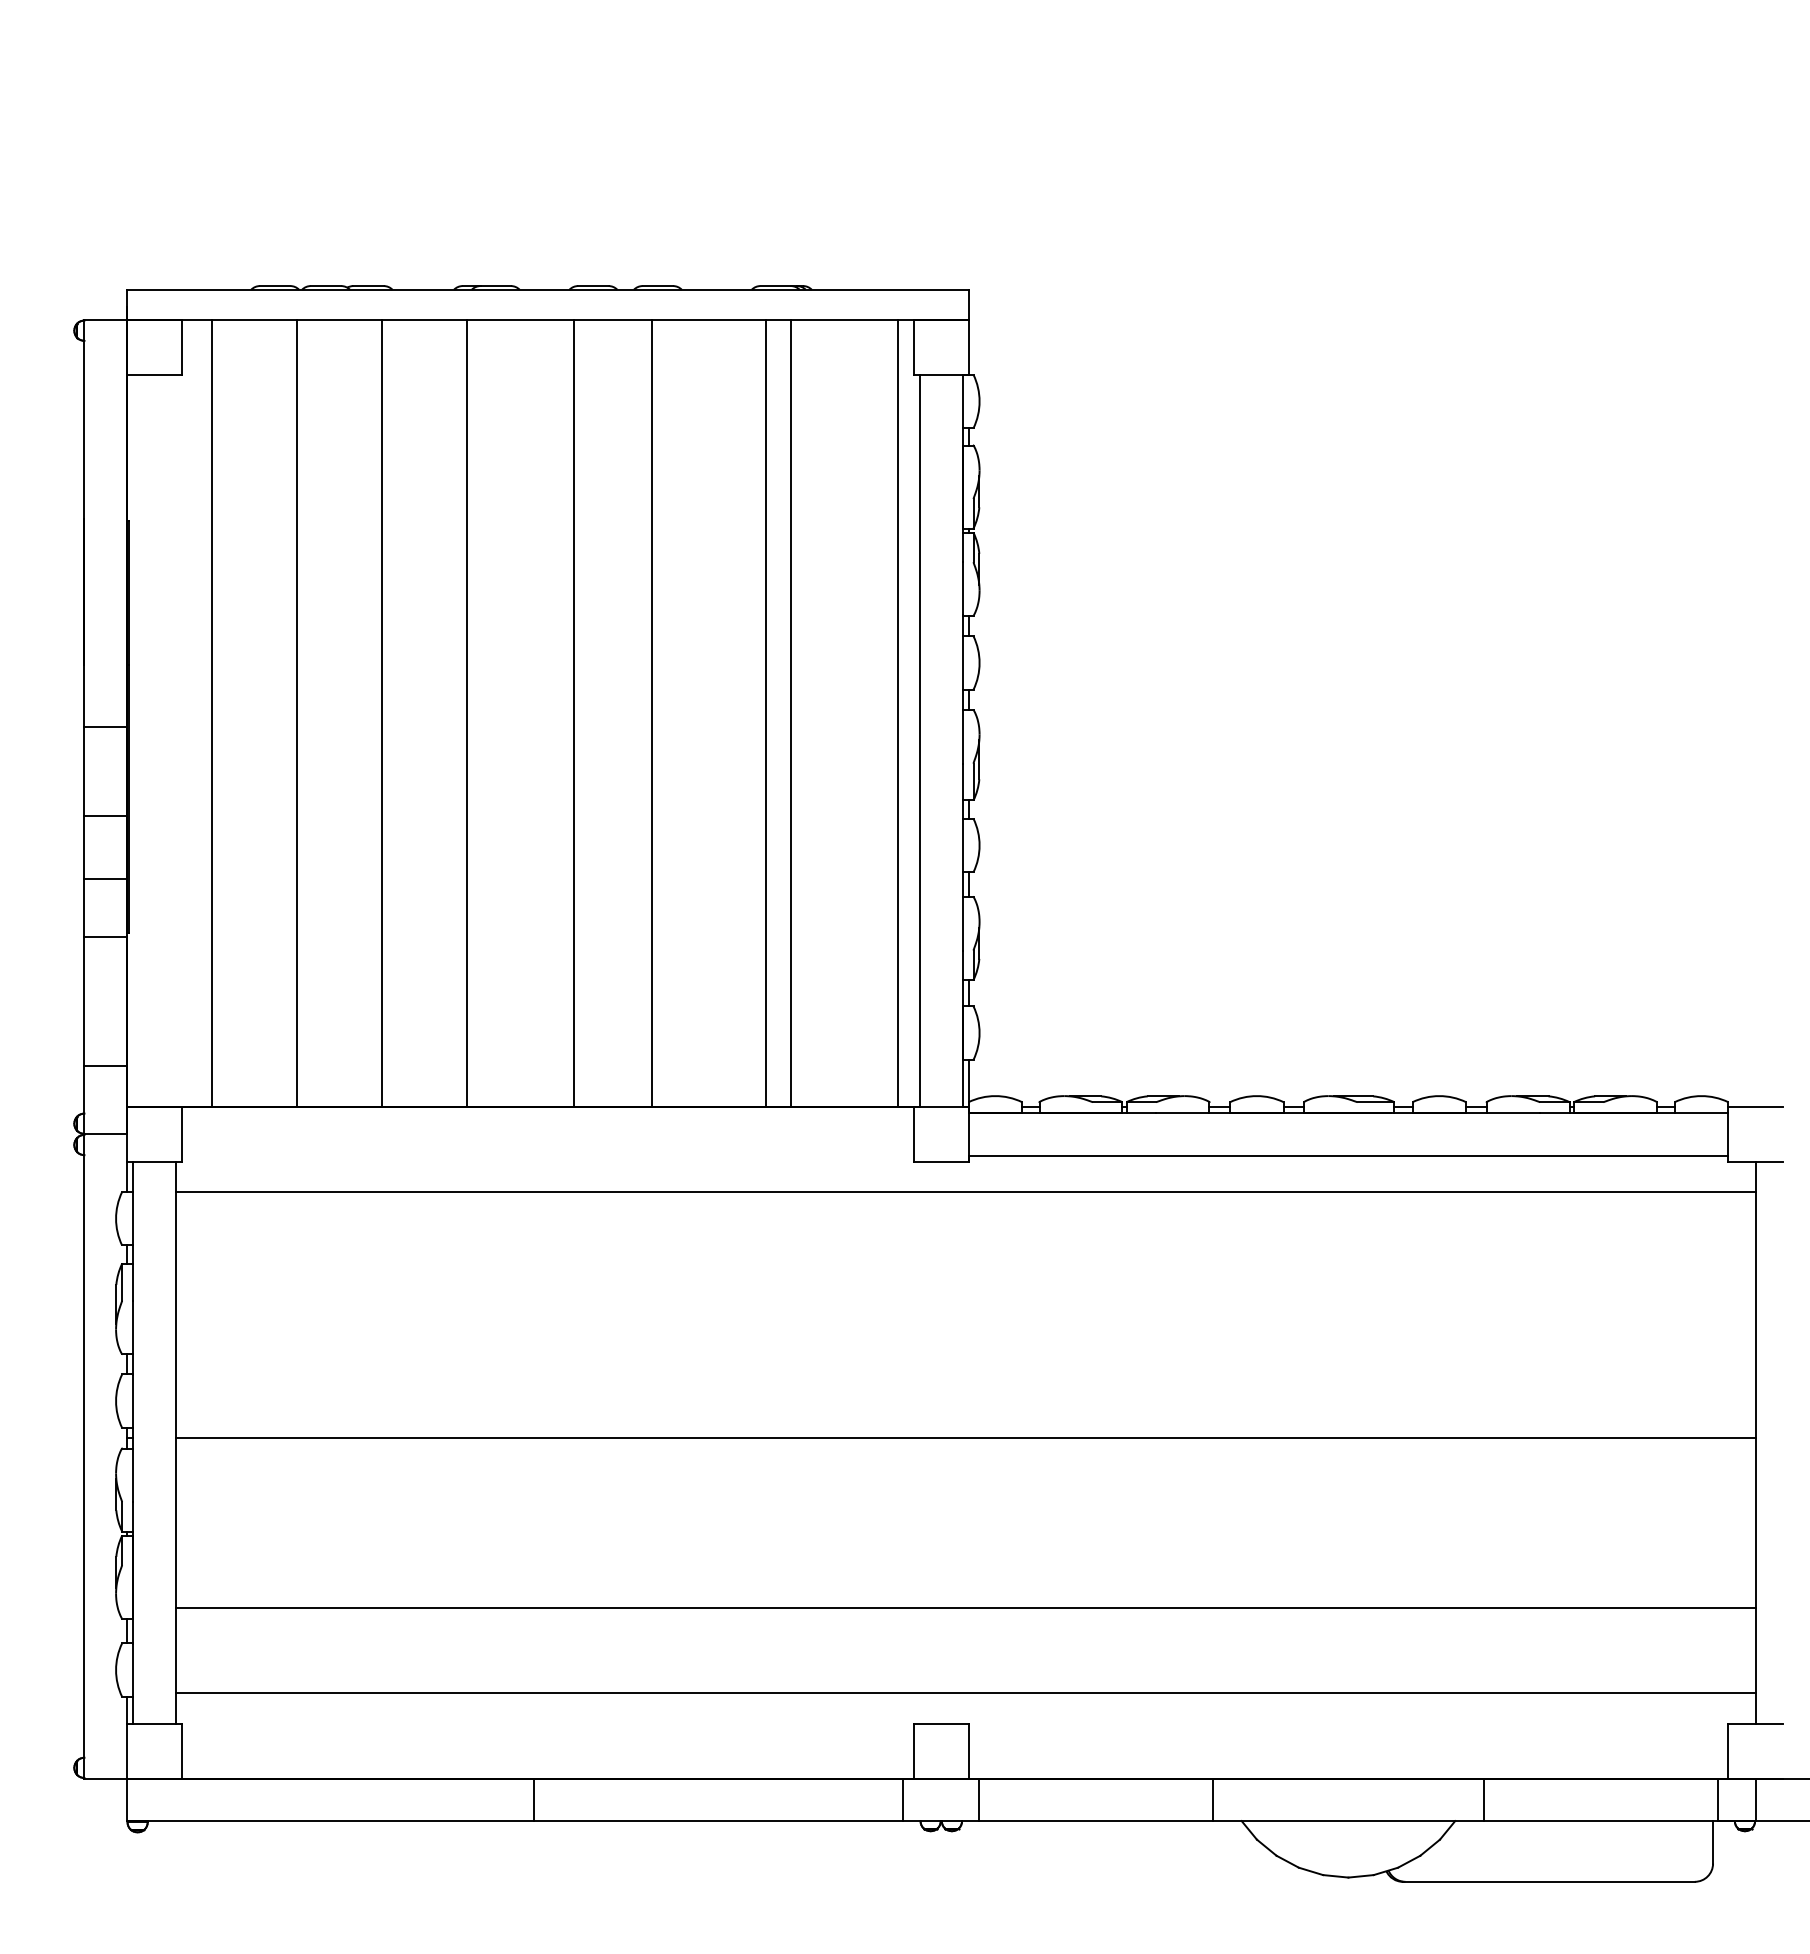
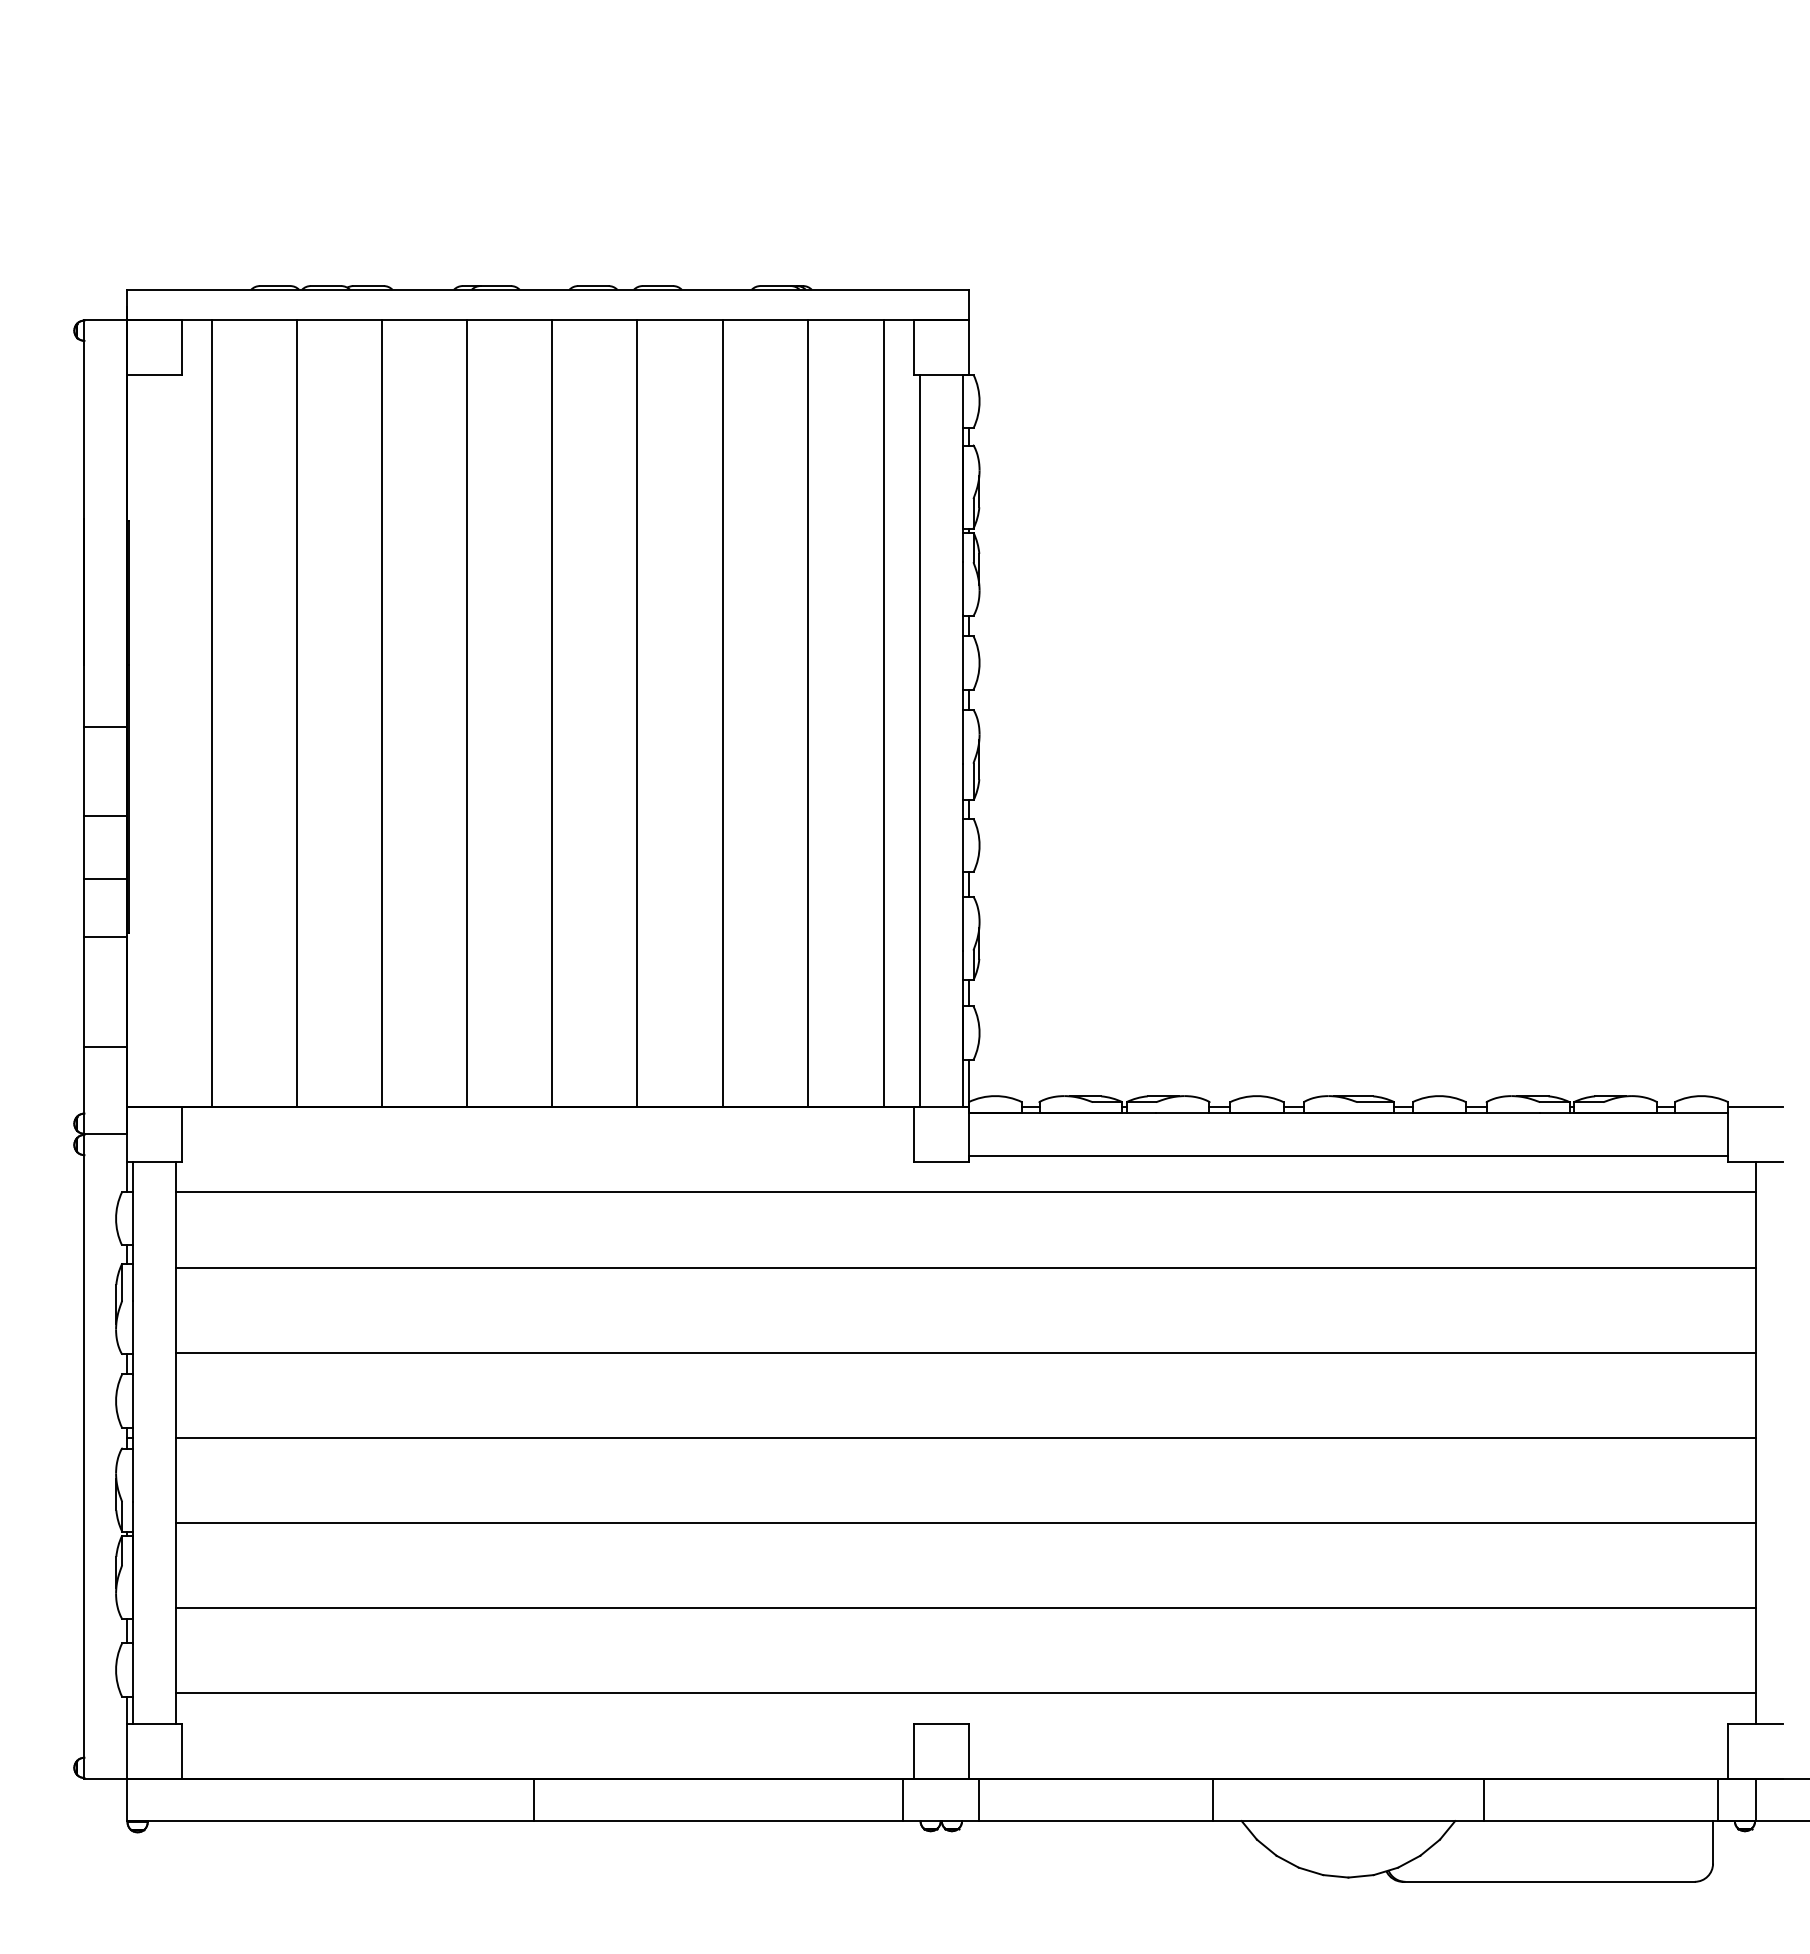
line at (574, 713) position: (574, 713) -> (552, 713)
line at (652, 713) position: (652, 713) -> (637, 713)
line at (765, 713) position: (765, 713) -> (722, 713)
line at (790, 713) position: (790, 713) -> (807, 713)
line at (897, 713) position: (897, 713) -> (883, 713)
line at (105, 1066) position: (105, 1066) -> (105, 1047)
line at (965, 1268): none -> present
line at (965, 1353): none -> present
line at (965, 1523): none -> present
